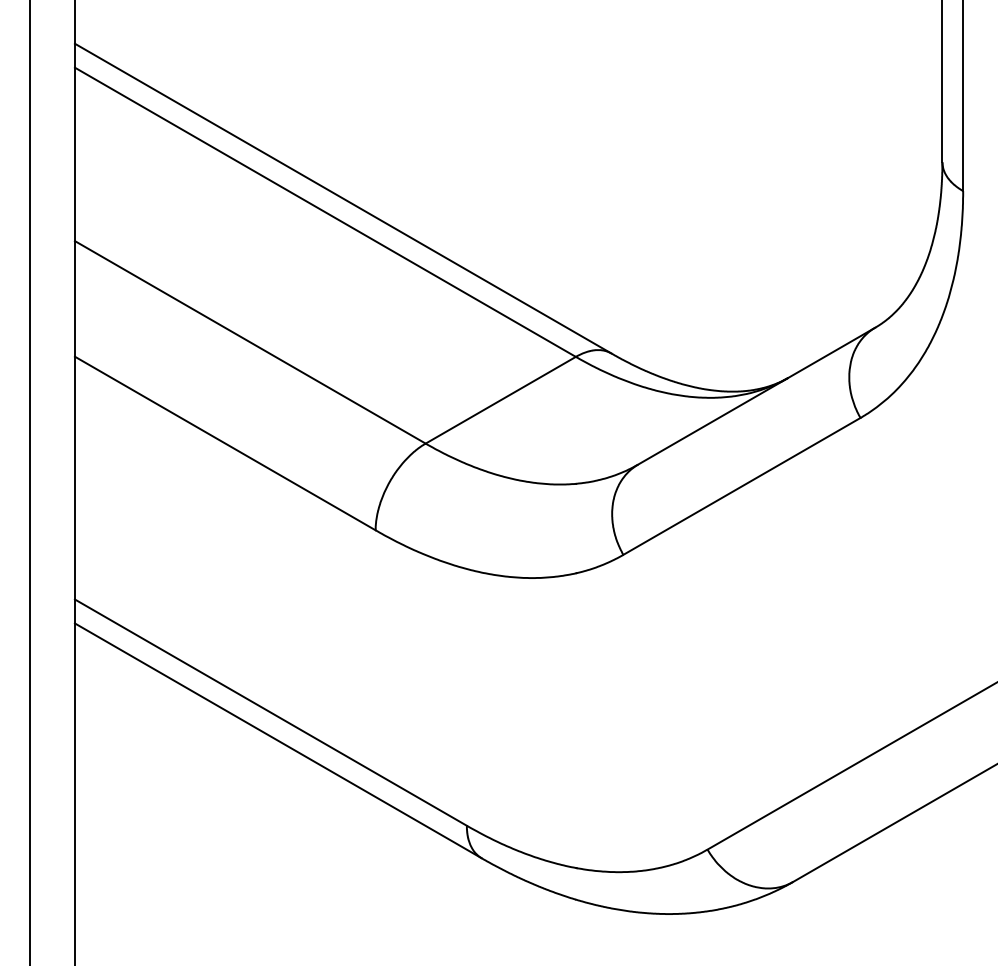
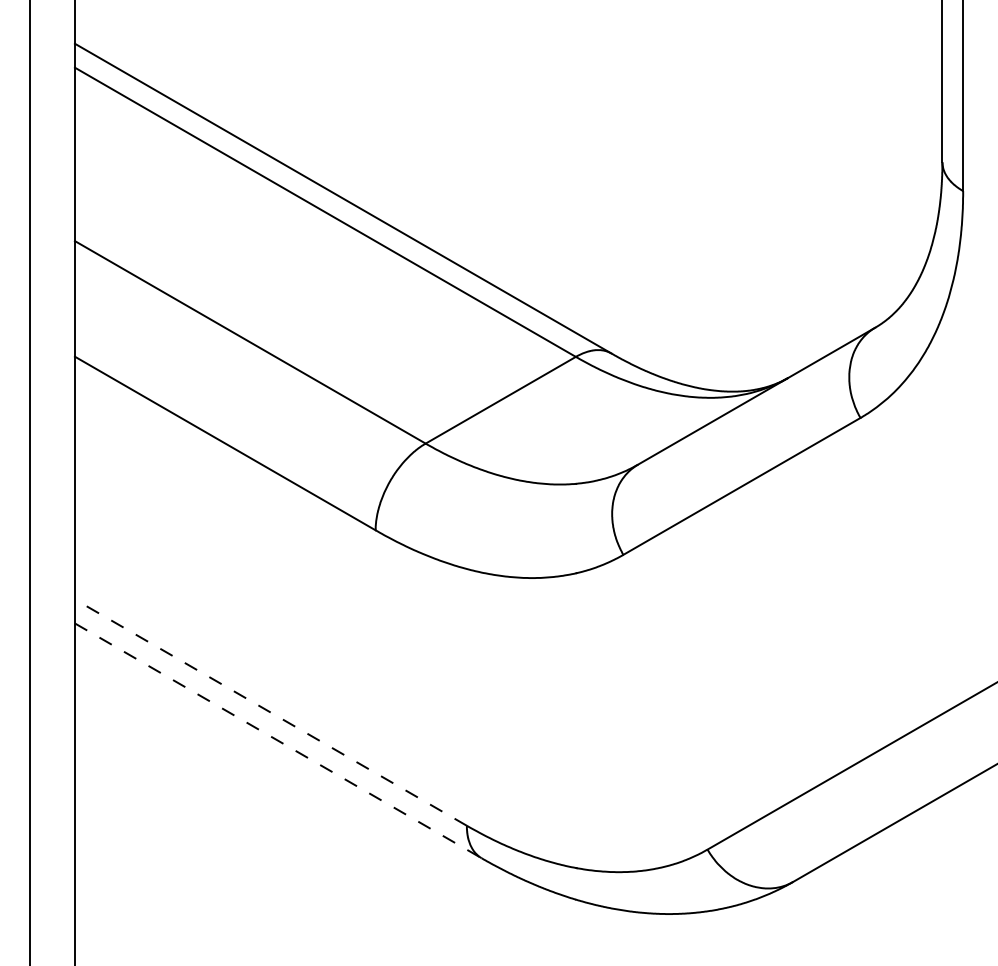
line at (270, 712): solid -> dashed
line at (278, 740): solid -> dashed
